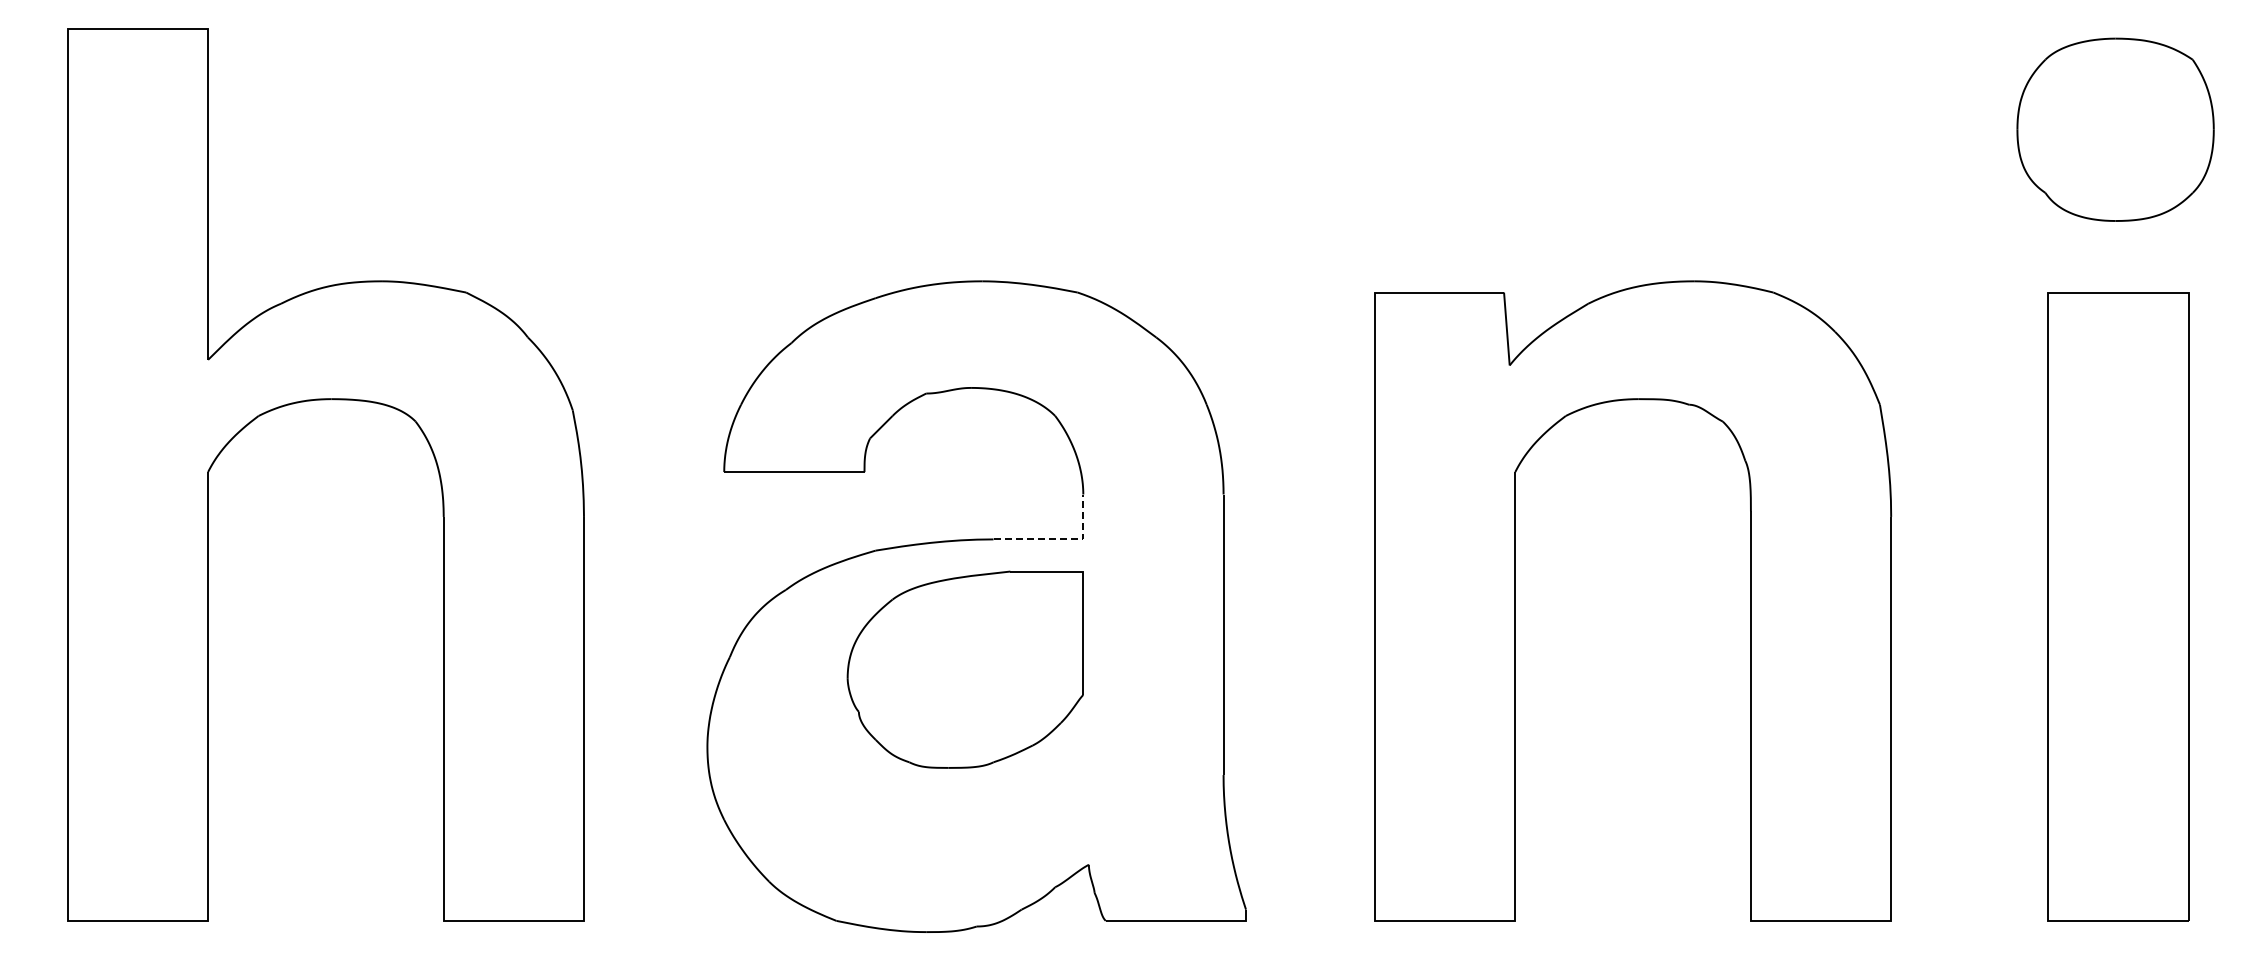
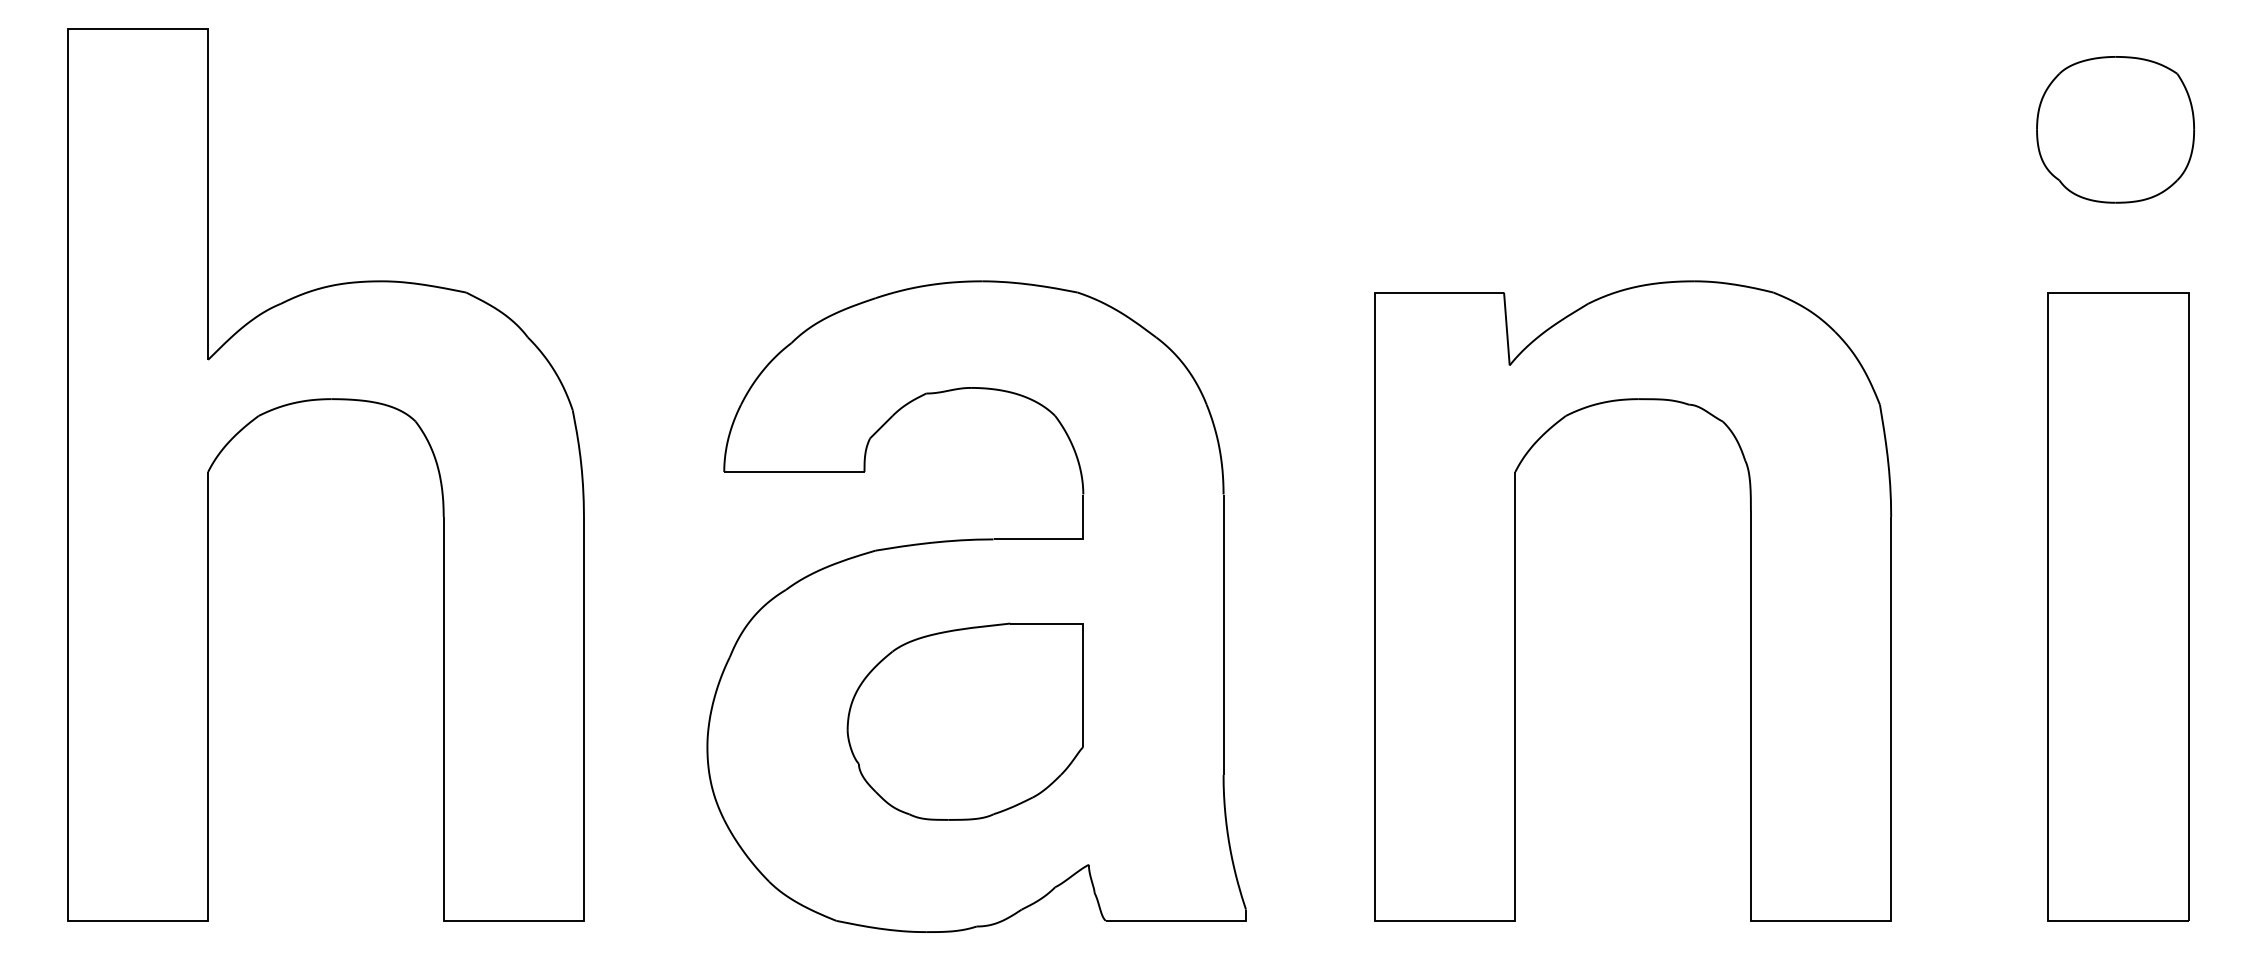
part at (2115, 129) size: 199x185 px -> 159x148 px
line at (1061, 539): dashed -> solid
part at (964, 669) position: (964, 669) -> (964, 721)
